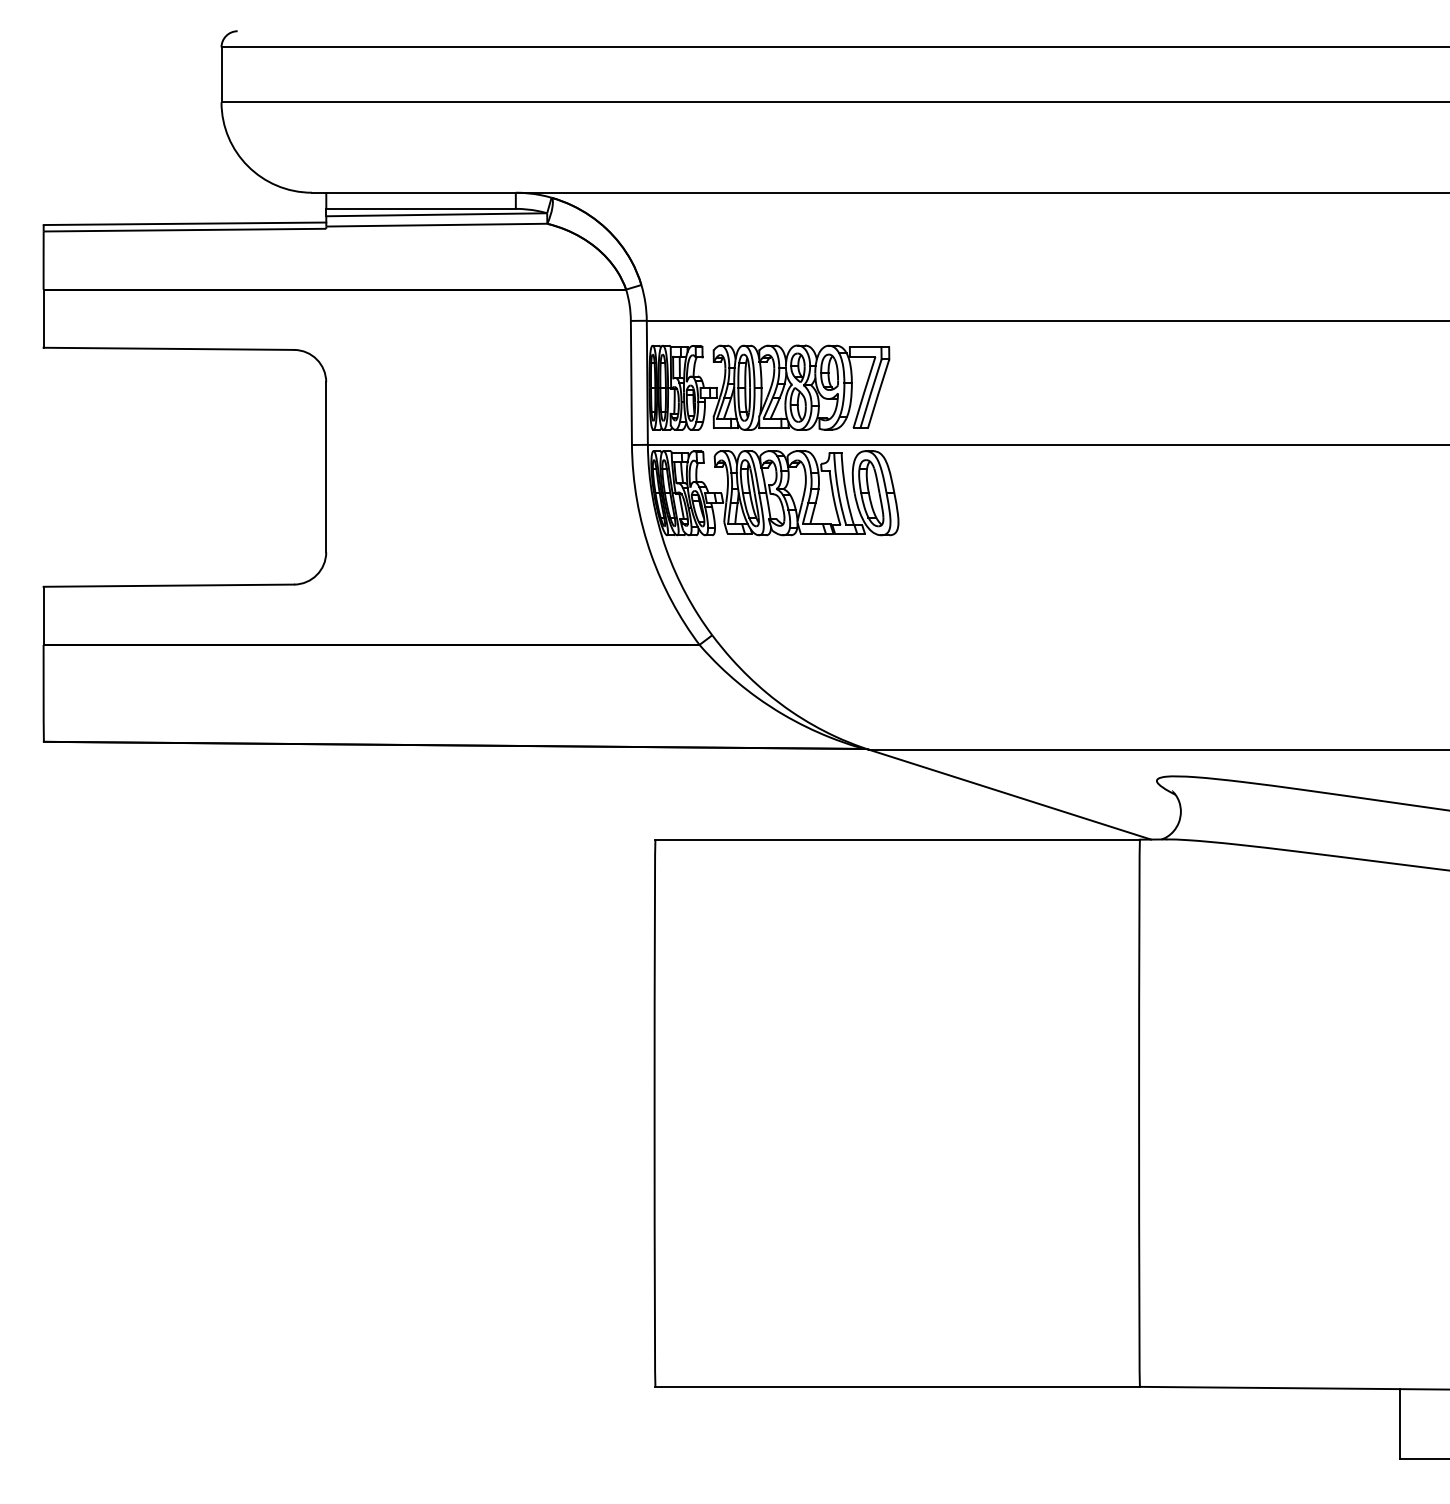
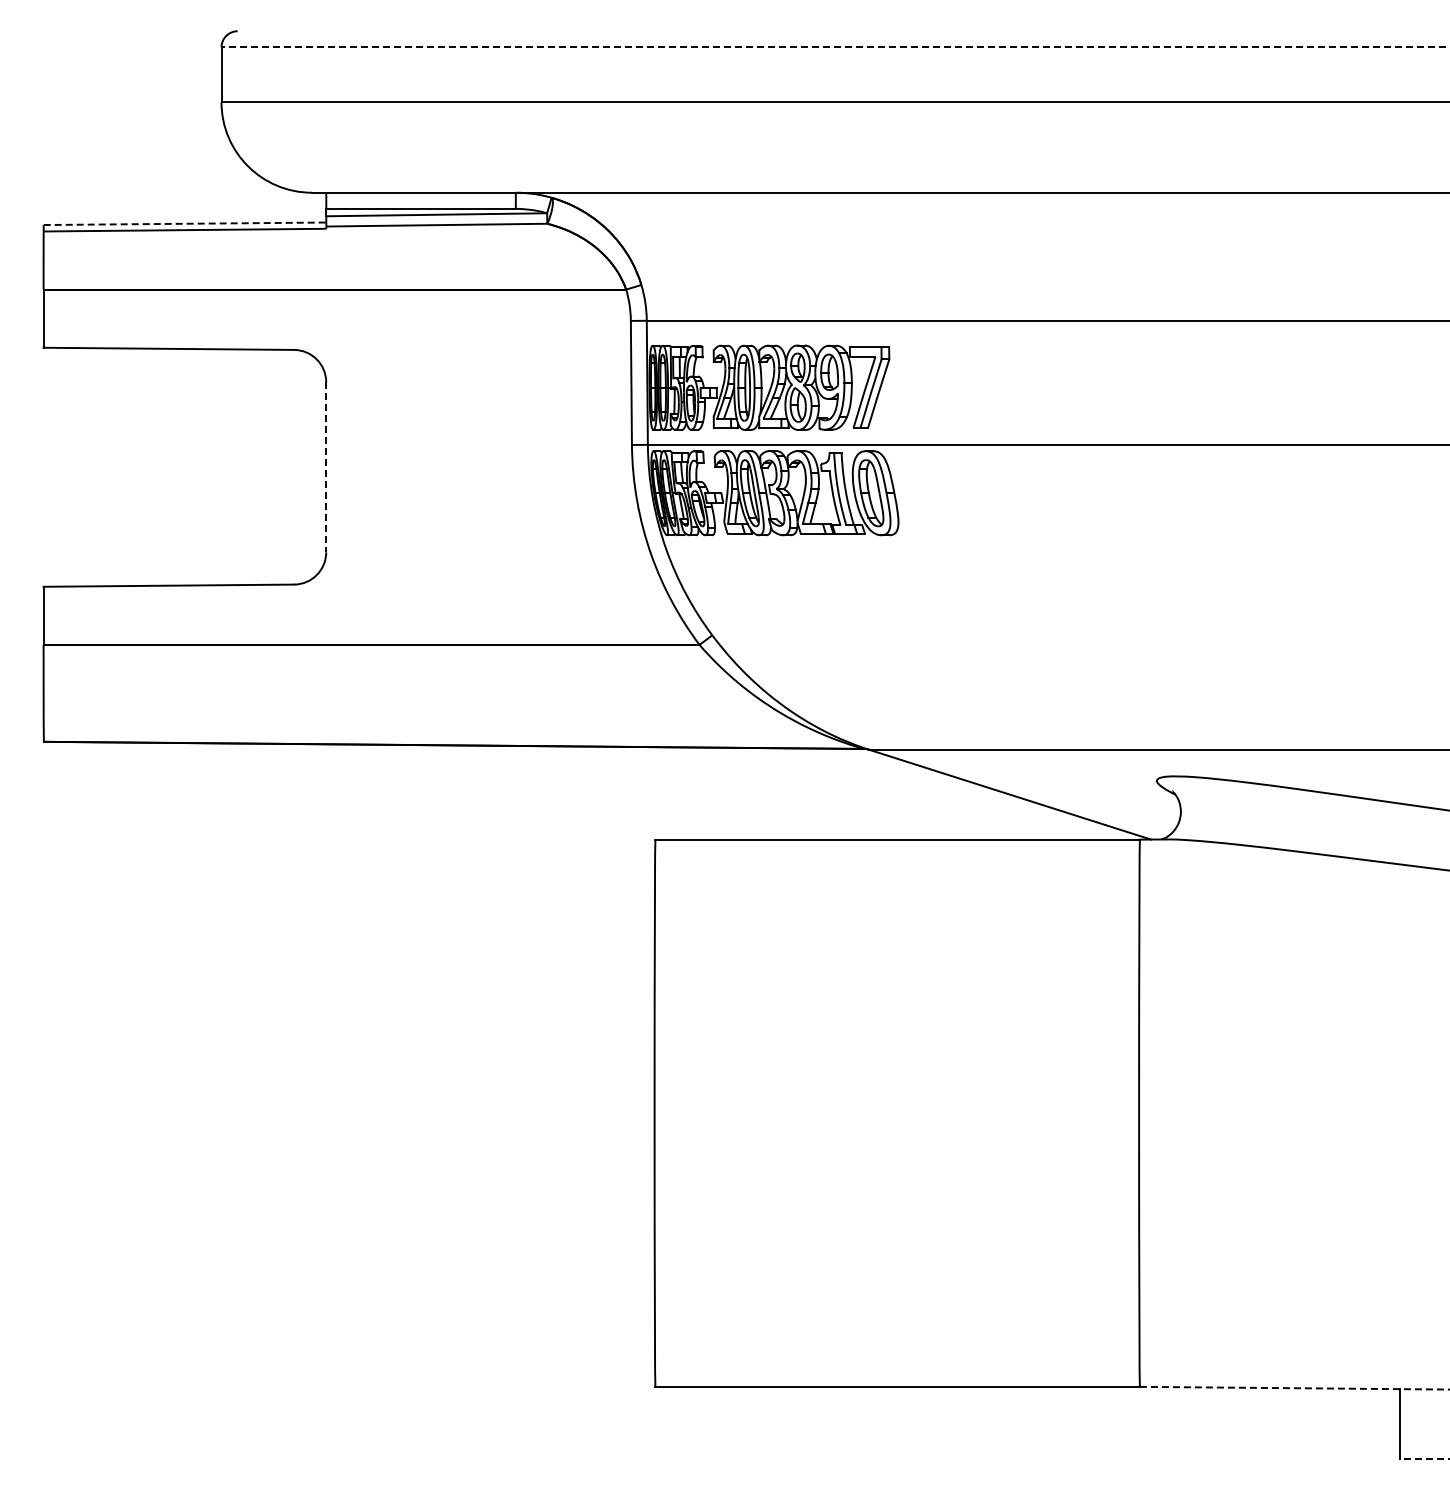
line at (835, 47): solid -> dashed
line at (185, 223): solid -> dashed
line at (326, 467): solid -> dashed
line at (1294, 1388): solid -> dashed
line at (1424, 1458): solid -> dashed
